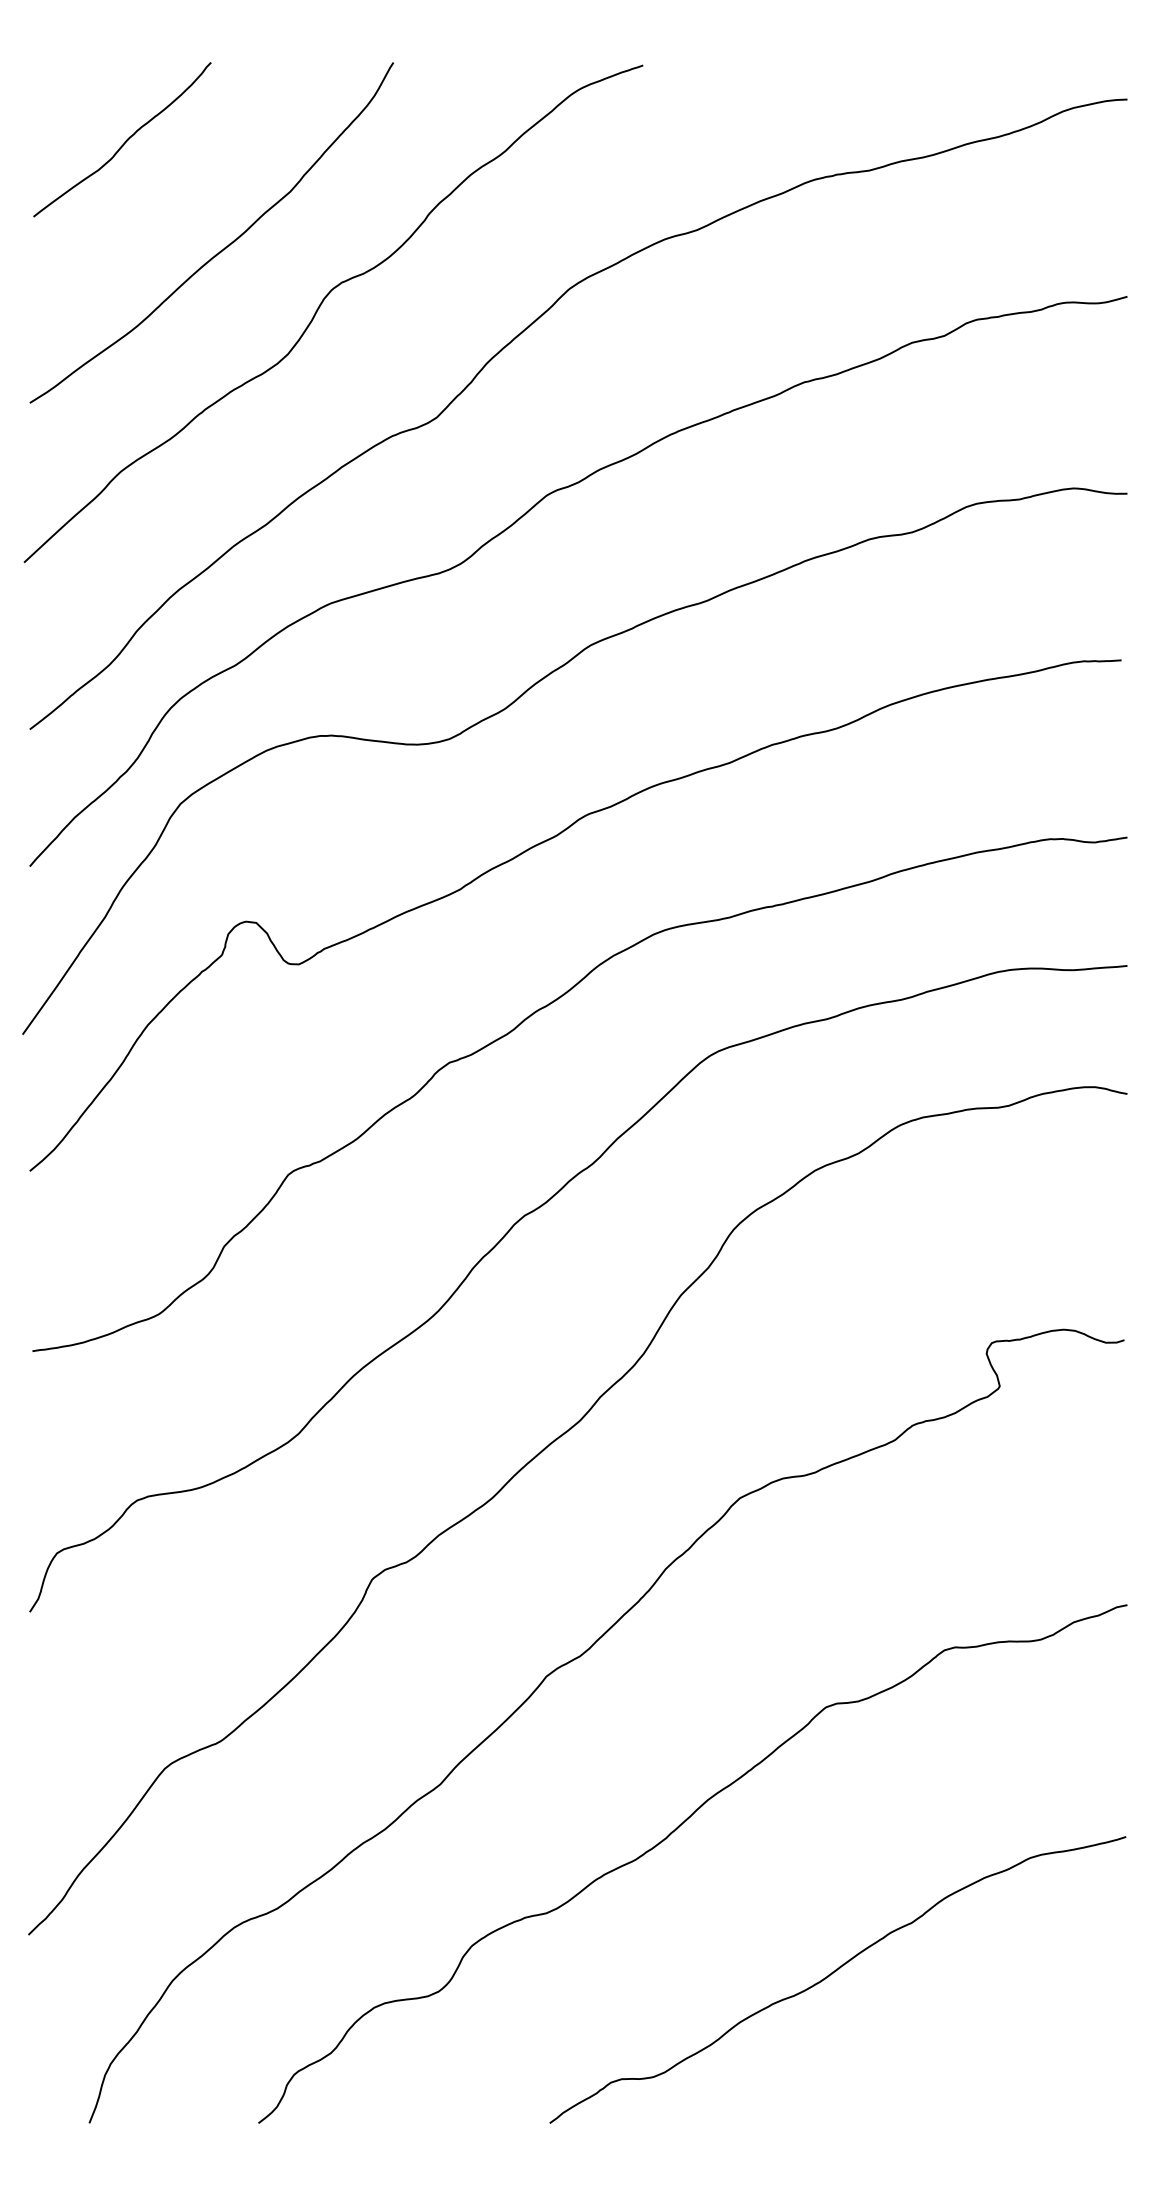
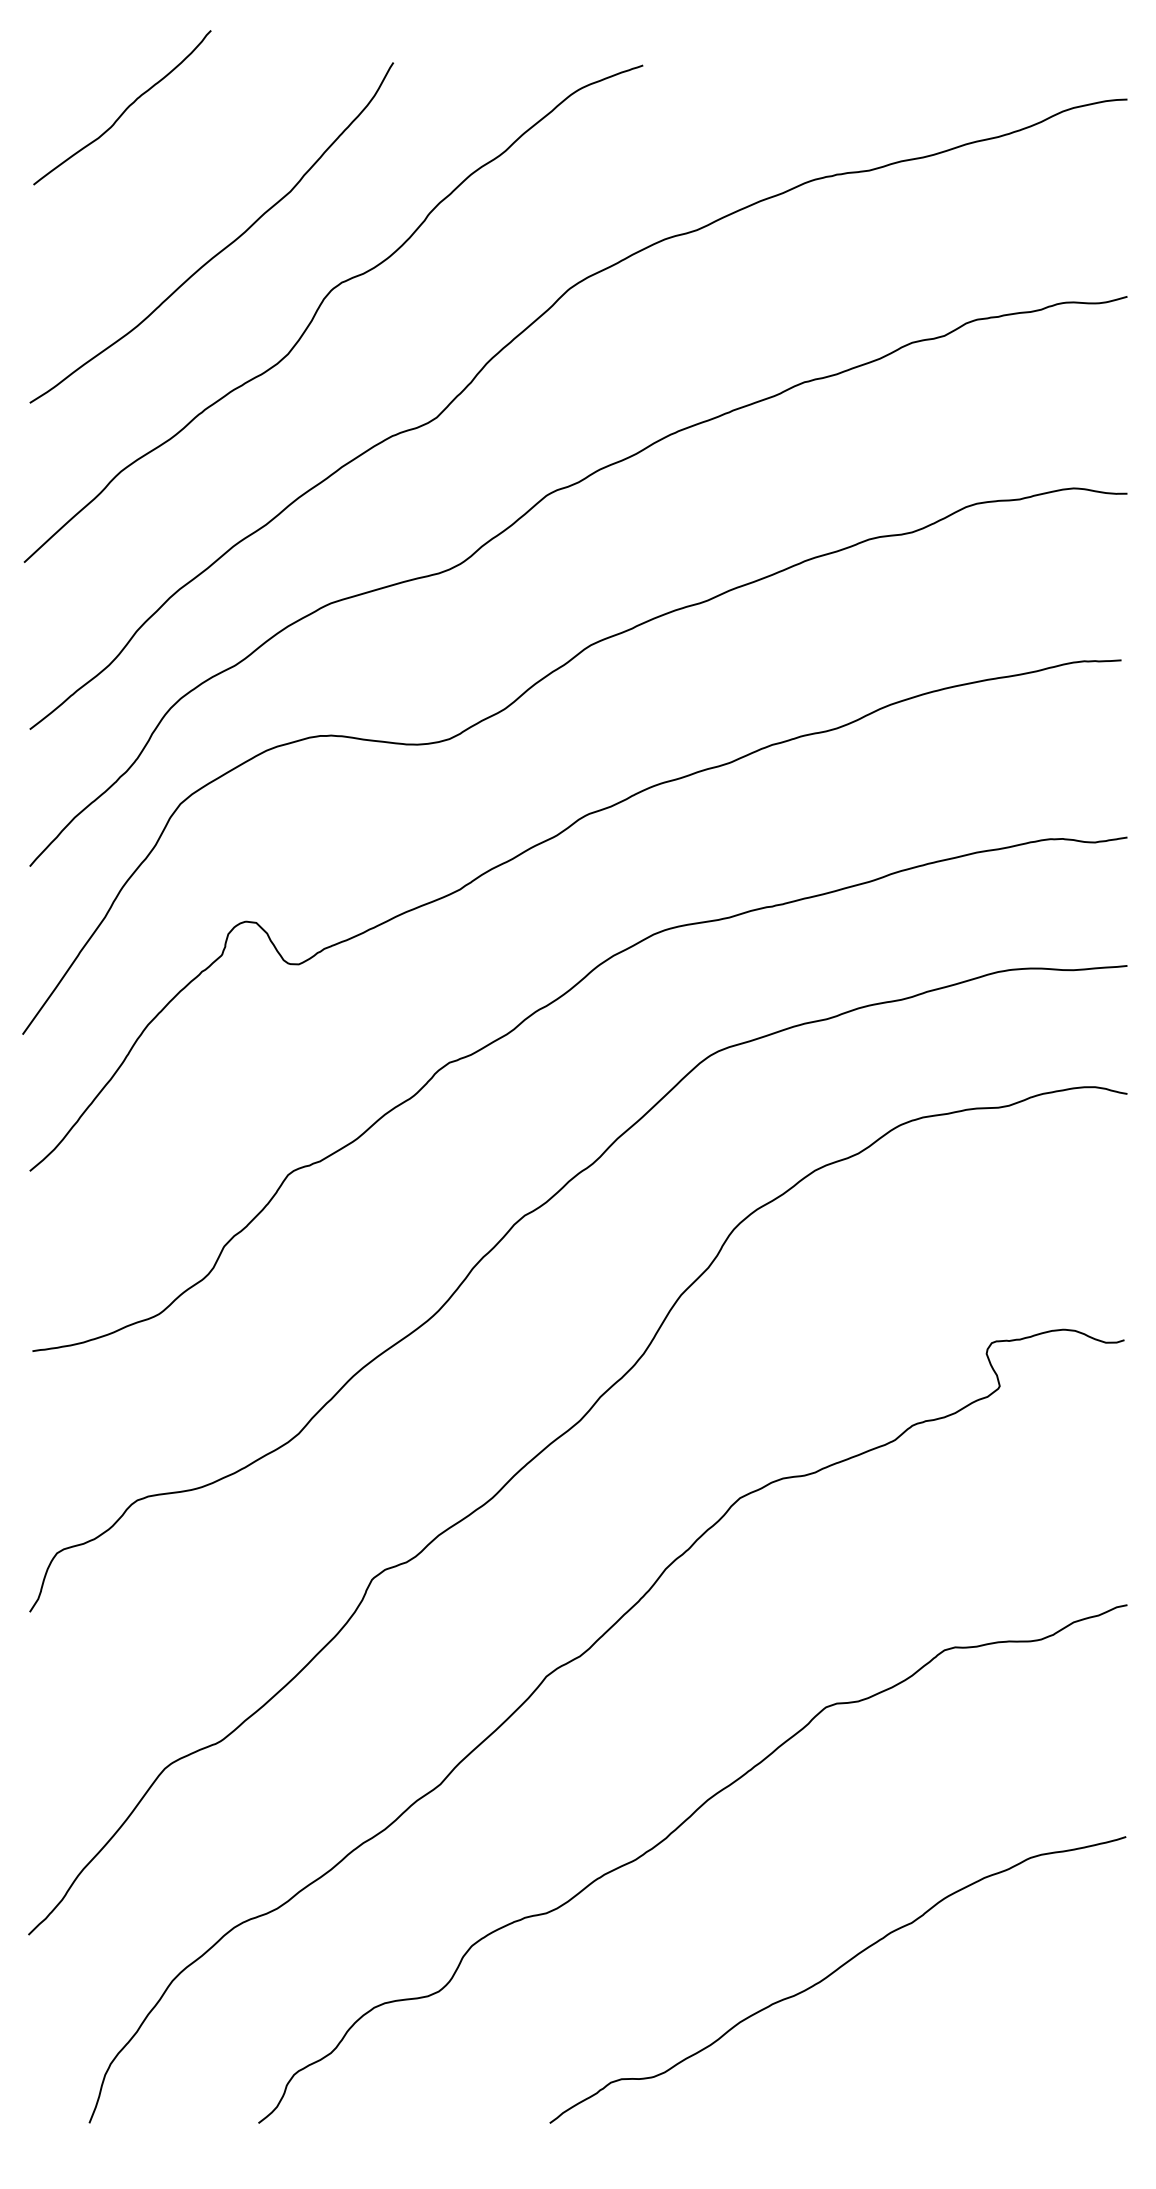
curve at (124, 141) position: (124, 141) -> (124, 109)
